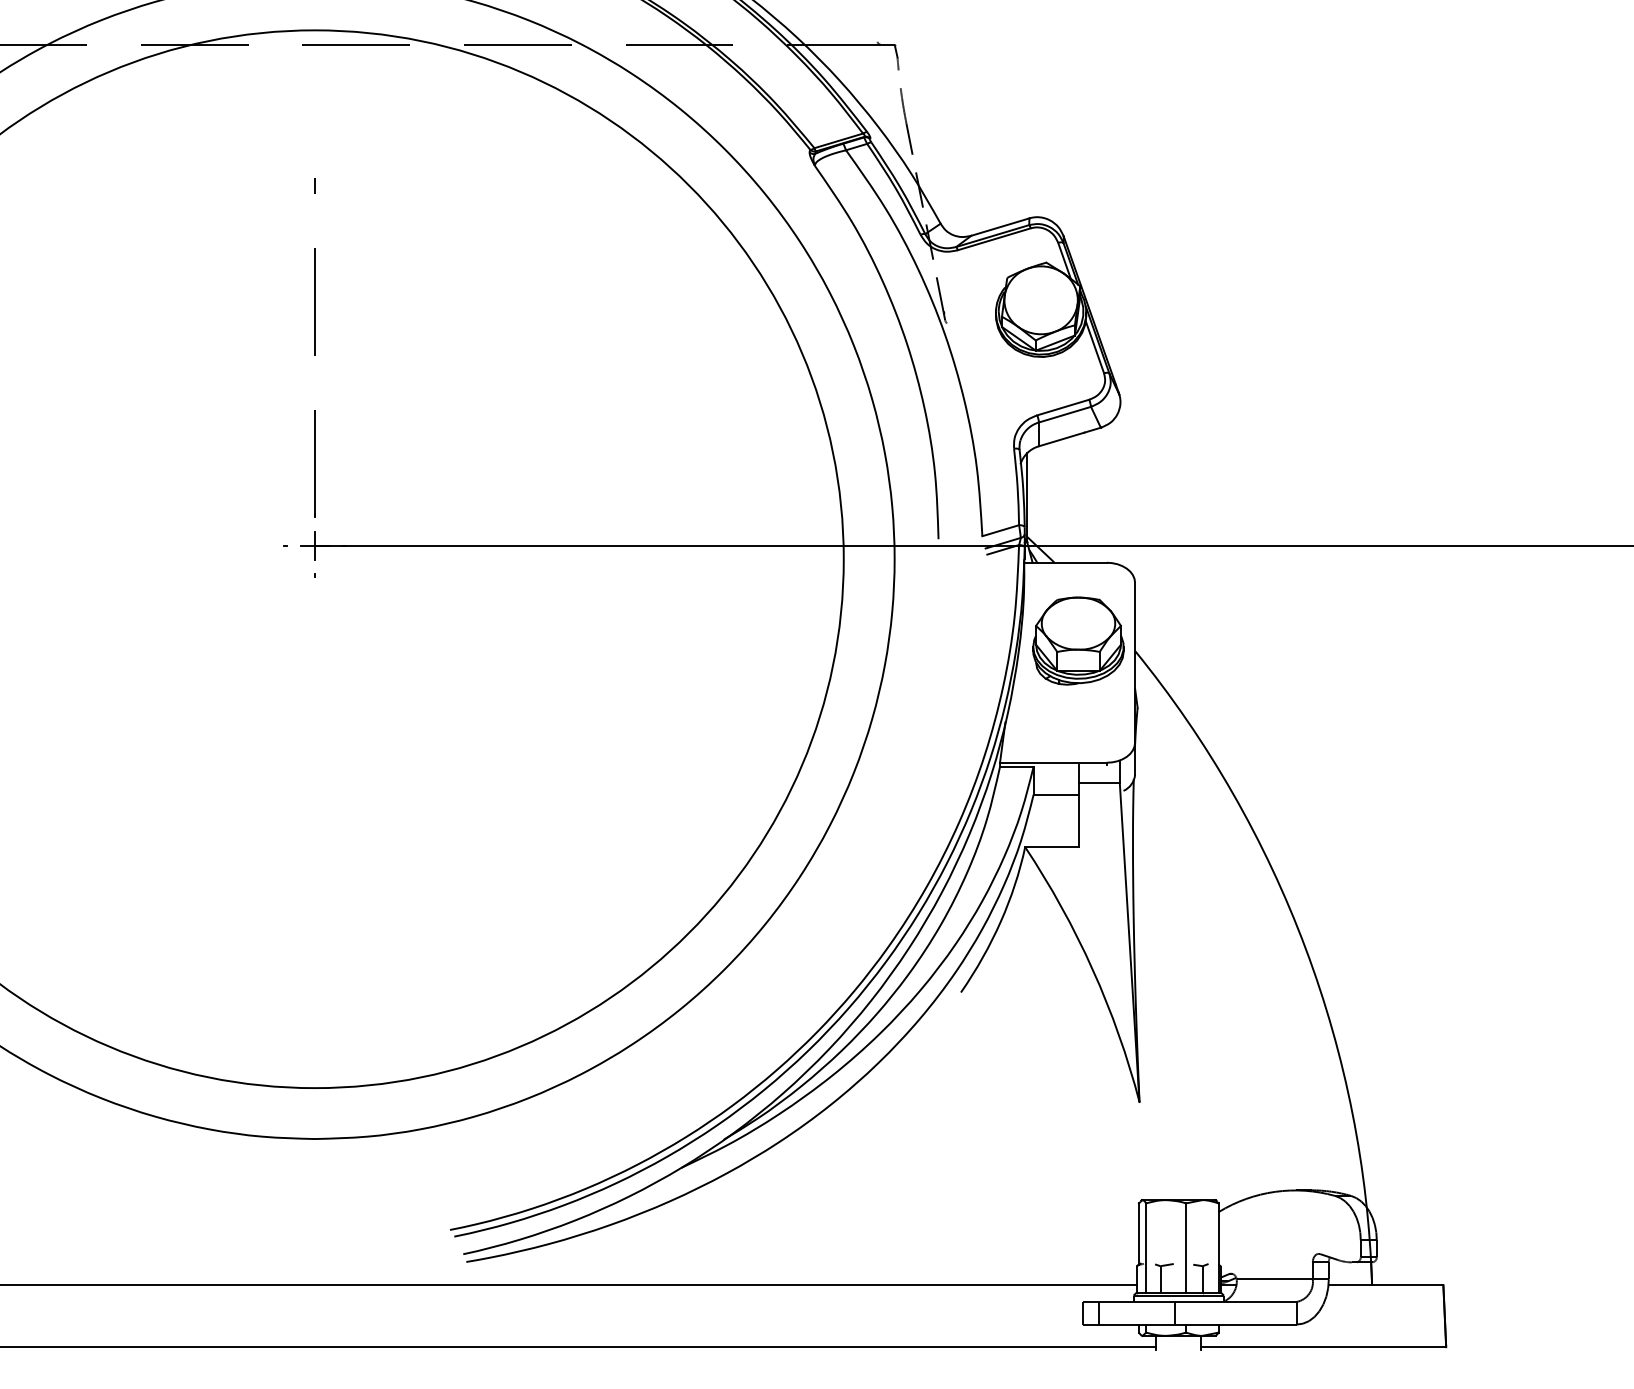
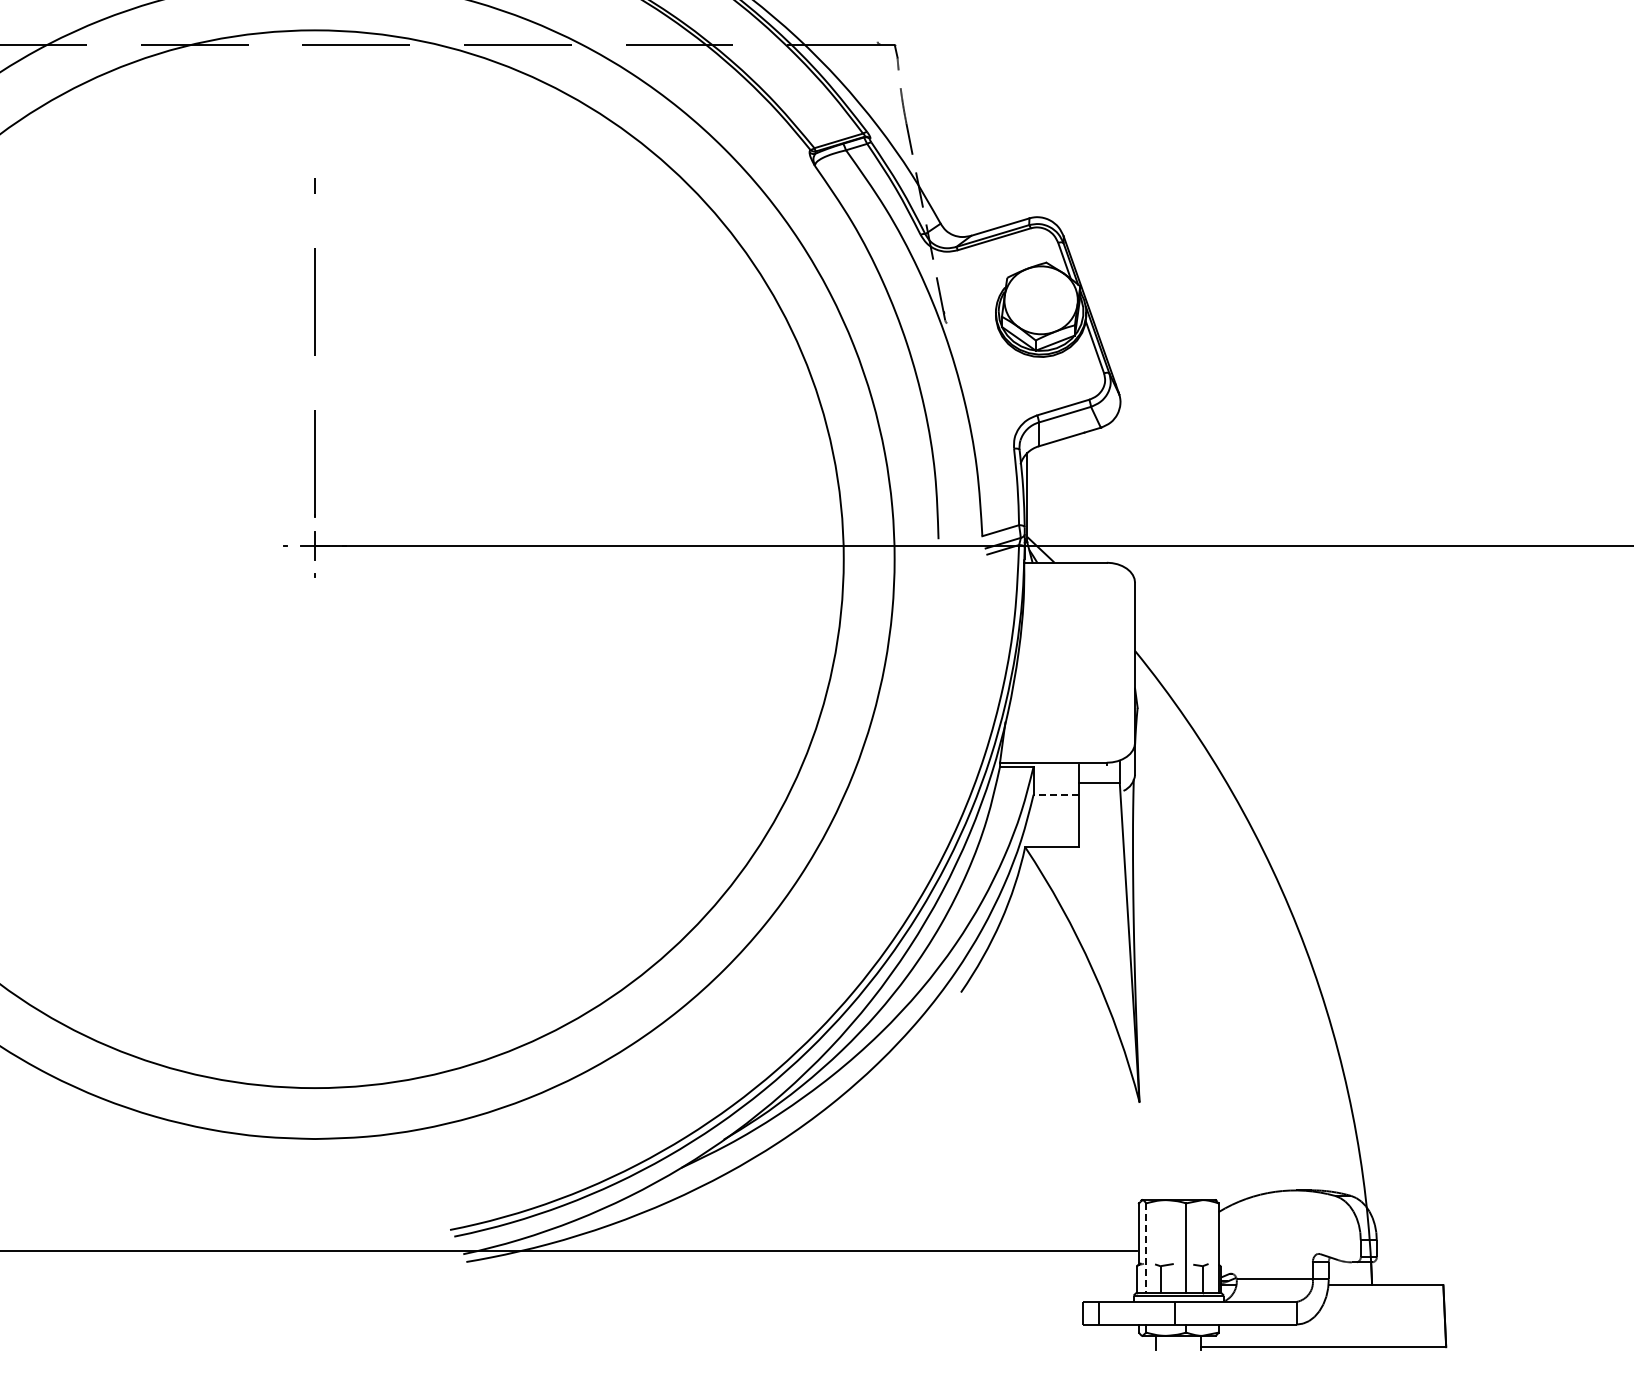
part at (1078, 640): present -> none
line at (1055, 794): solid -> dashed
line at (1146, 1248): solid -> dashed
line at (569, 1284) position: (569, 1284) -> (569, 1250)
line at (579, 1347): present -> none
